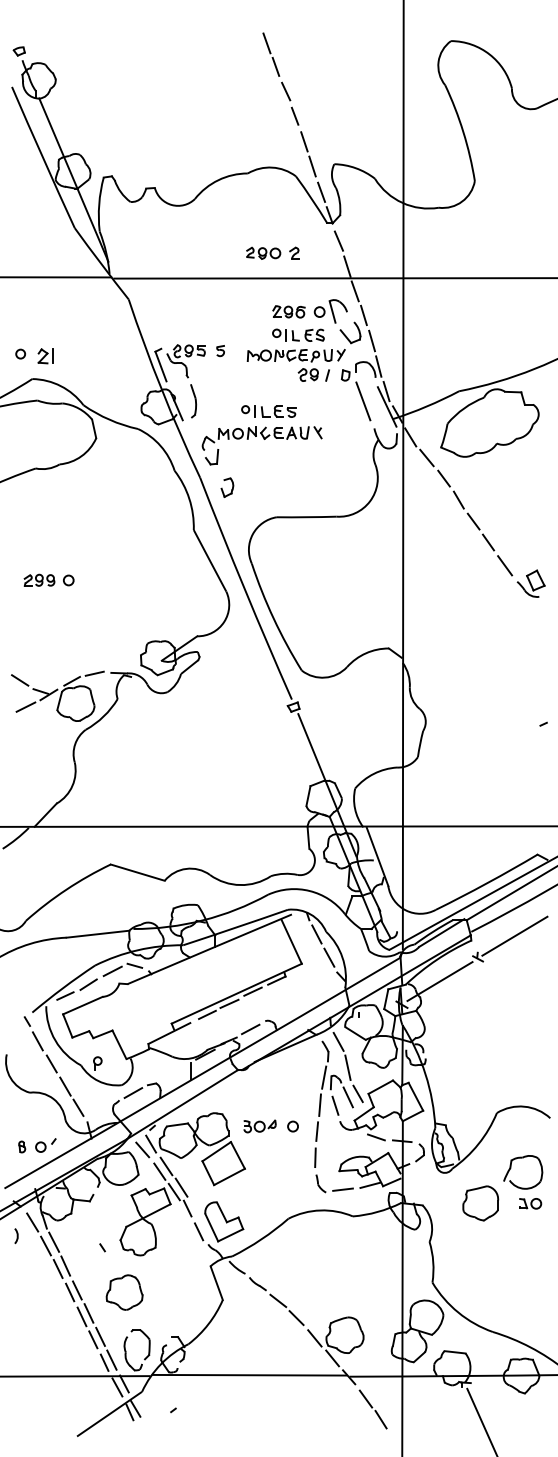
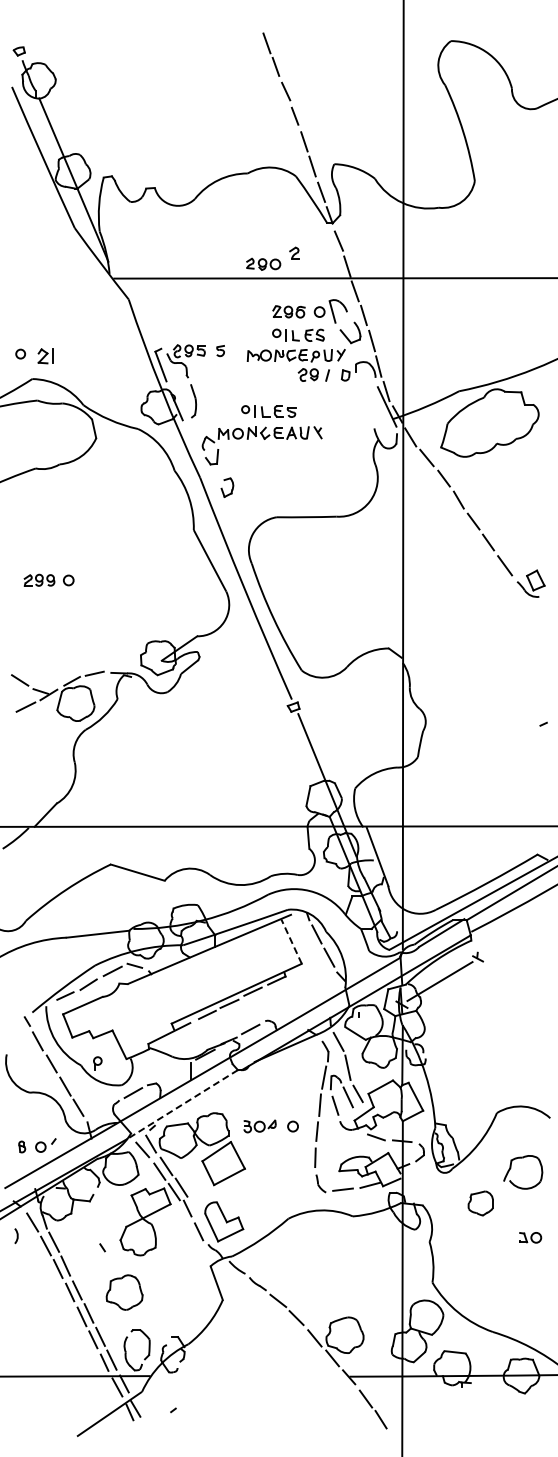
part at (263, 252) position: (263, 252) -> (263, 263)
line at (56, 277): present -> none
line at (363, 401): present -> none
line at (514, 935): present -> none
line at (291, 941): solid -> dashed
line at (182, 1104): solid -> dashed
part at (480, 1203) size: 38x37 px -> 27x27 px
part at (530, 1203) position: (530, 1203) -> (530, 1237)
line at (249, 1374): present -> none
line at (481, 1420): present -> none
